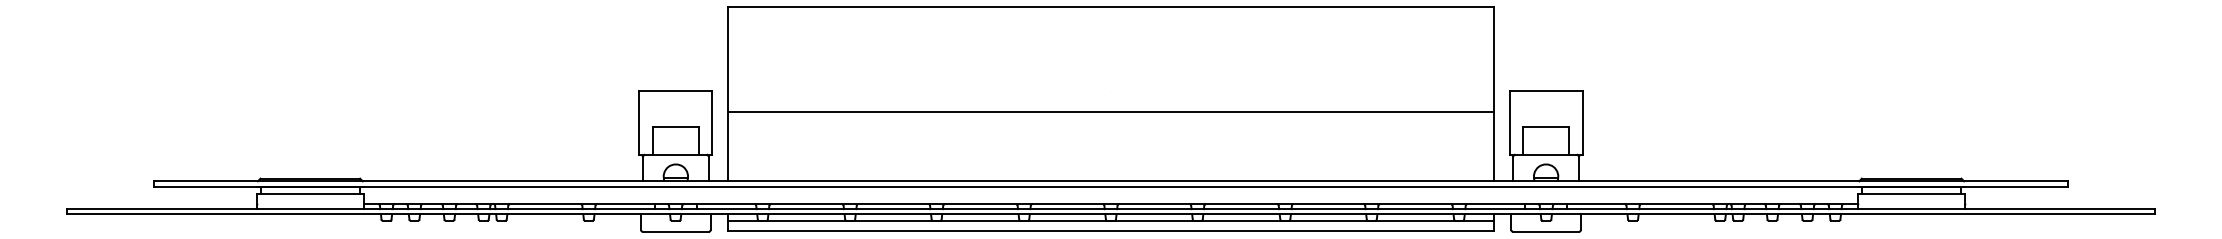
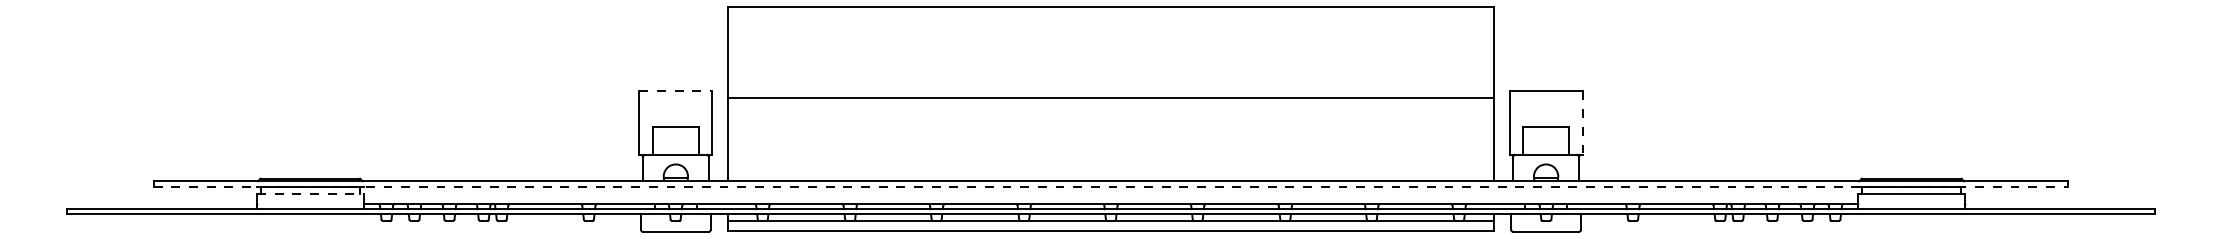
line at (675, 91): solid -> dashed
line at (1110, 111) position: (1110, 111) -> (1110, 97)
line at (1582, 123): solid -> dashed
line at (1111, 186): solid -> dashed
line at (310, 194): solid -> dashed
